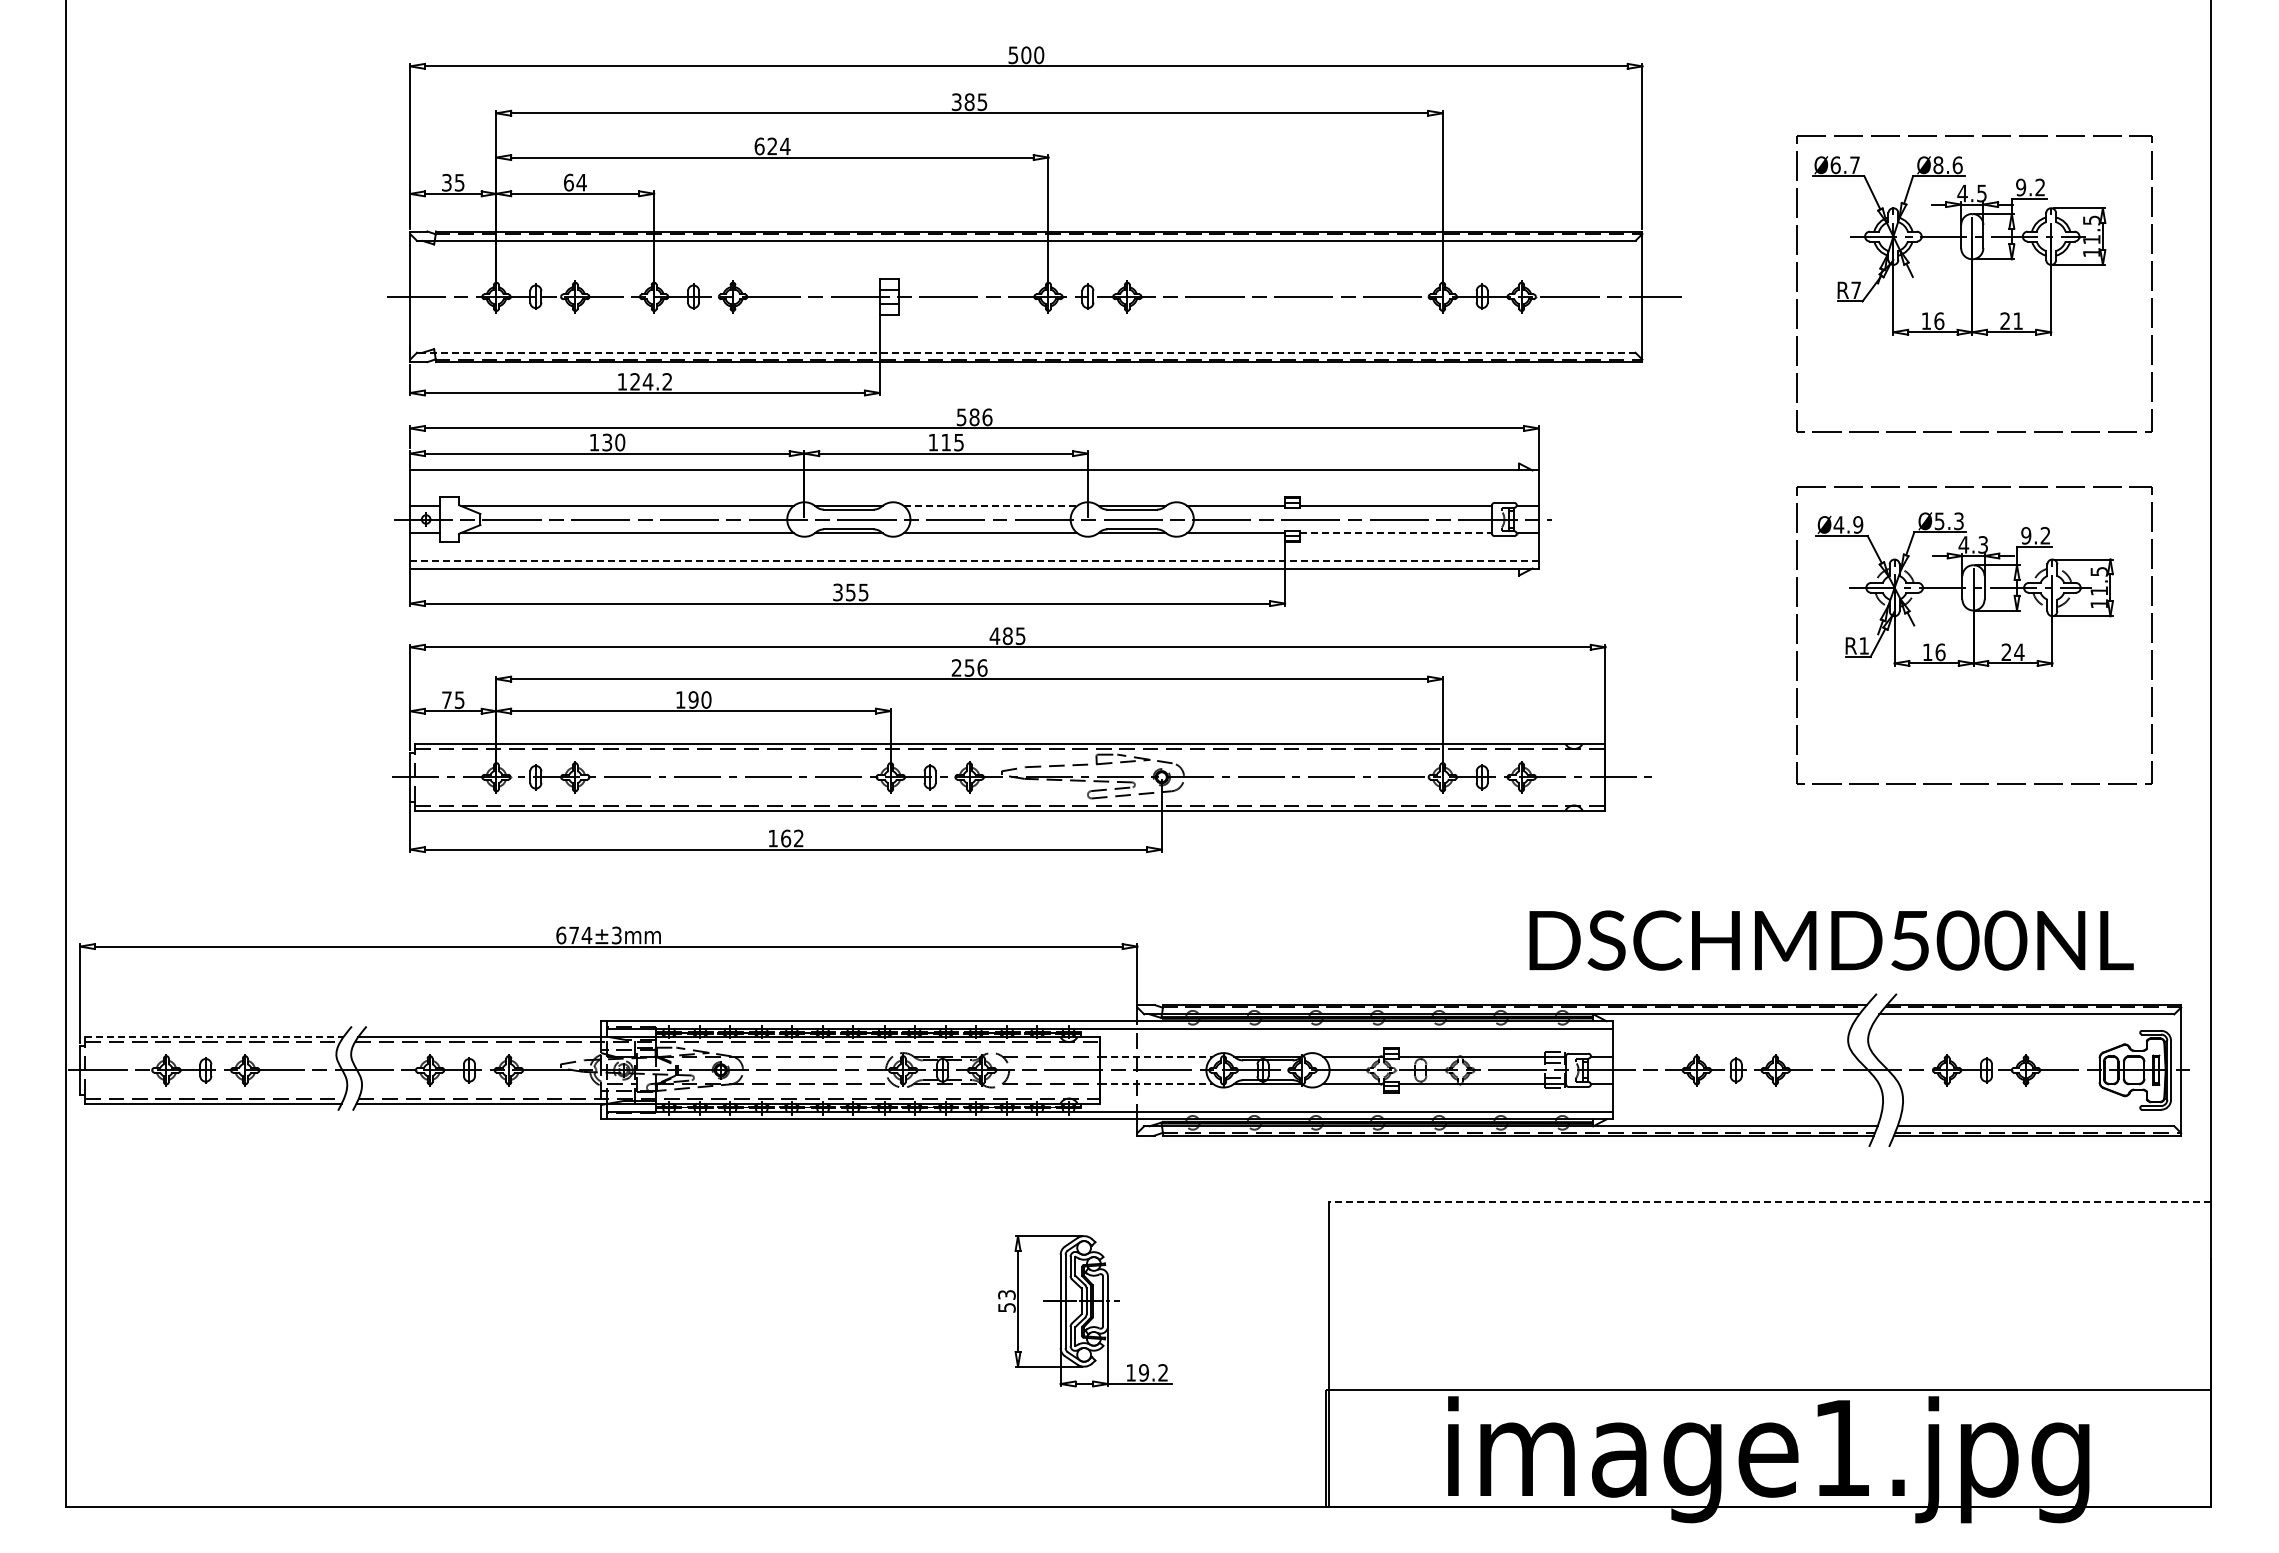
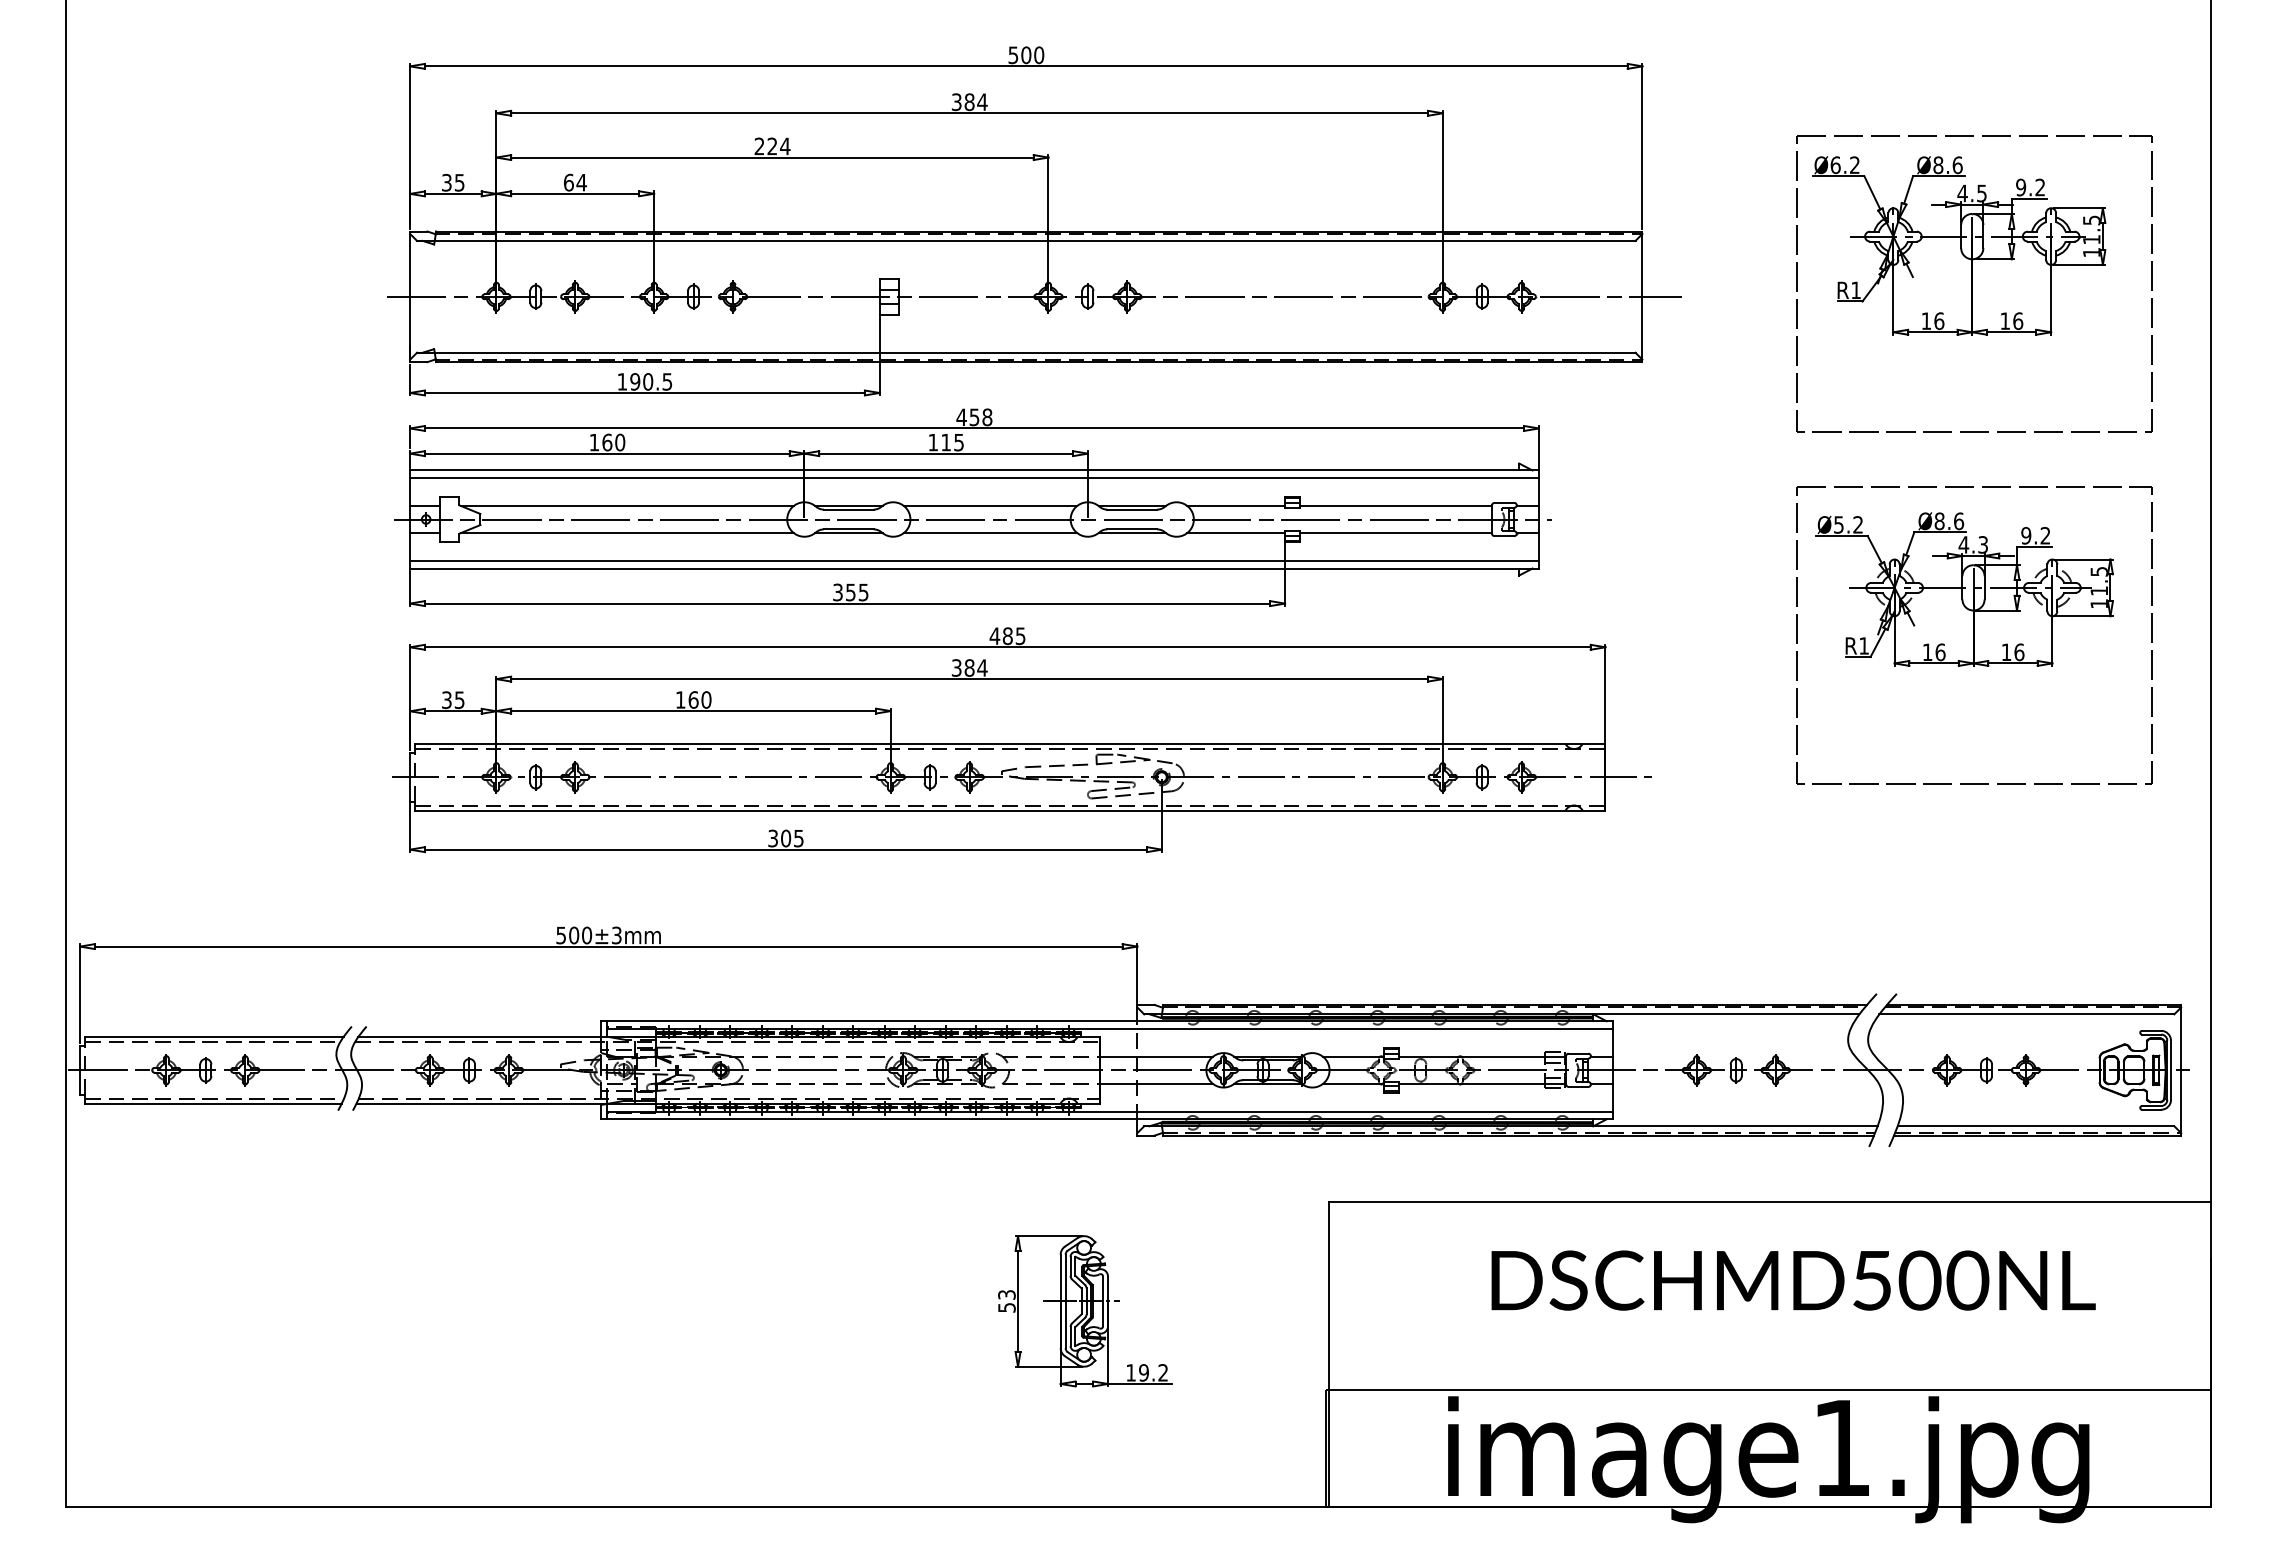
text at (982, 102): 385 -> 384
text at (759, 146): 624 -> 224
text at (1854, 164): Ø6.7 -> Ø6.2
text at (1855, 289): R7 -> R1
text at (2011, 321): 21 -> 16
line at (1025, 352): dashed -> solid
text at (651, 381): 124.2 -> 190.5
text at (974, 417): 586 -> 458
text at (607, 442): 130 -> 160
line at (974, 477): none -> present
line at (990, 505): dashed -> solid
text at (1949, 521): Ø5.3 -> Ø8.6
text at (1848, 524): Ø4.9 -> Ø5.2
line at (1396, 533): dashed -> solid
line at (974, 561): dashed -> solid
text at (2012, 652): 24 -> 16
text at (969, 667): 256 -> 384
text at (693, 699): 190 -> 160
text at (446, 700): 75 -> 35
text at (785, 838): 162 -> 305
text at (574, 935): 674±3mm -> 500±3mm
text at (1831, 940) position: (1831, 940) -> (1793, 1280)
line at (214, 1037): dashed -> solid
line at (1157, 1056): dashed -> solid
line at (1157, 1083): dashed -> solid
line at (1769, 1202): dashed -> solid
